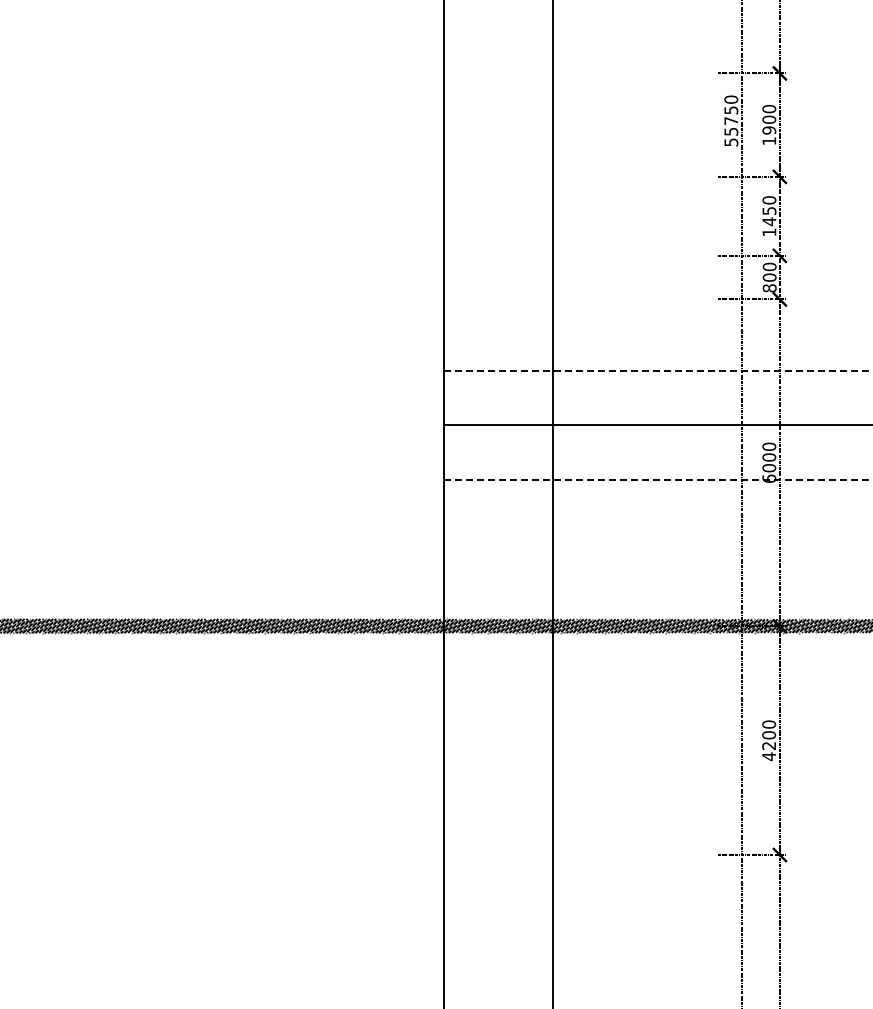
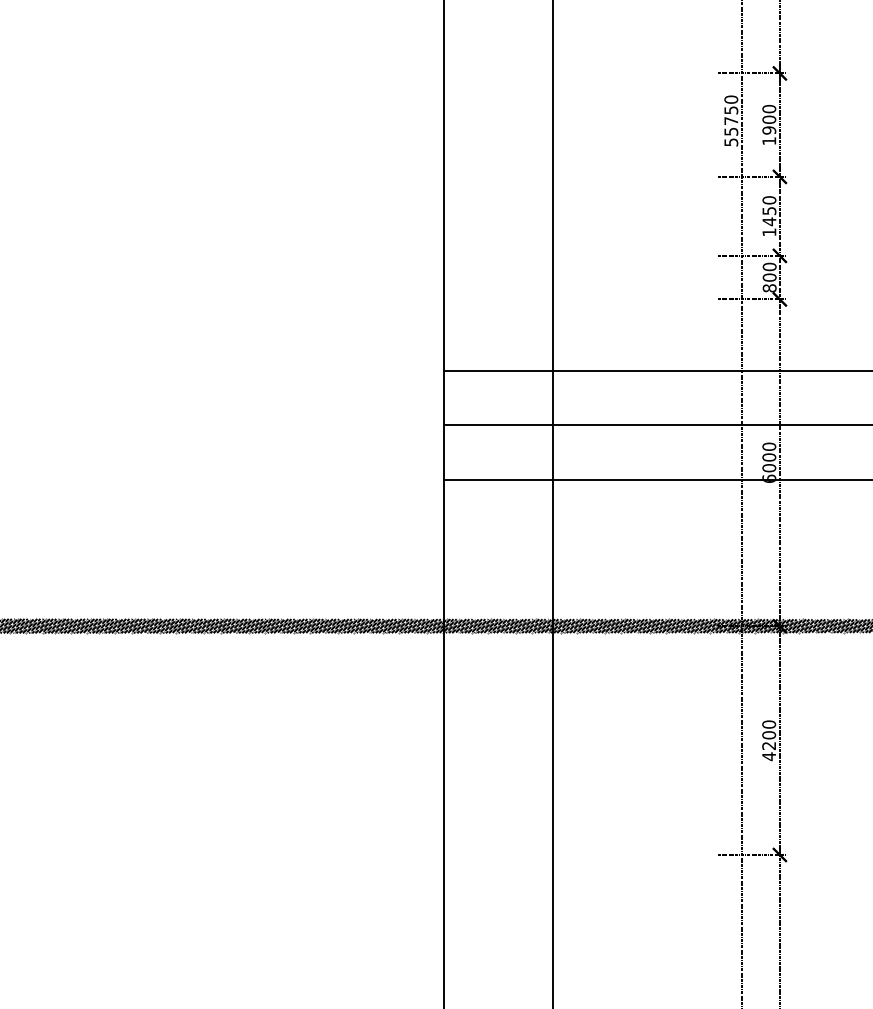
line at (658, 370): dashed -> solid
line at (658, 479): dashed -> solid
